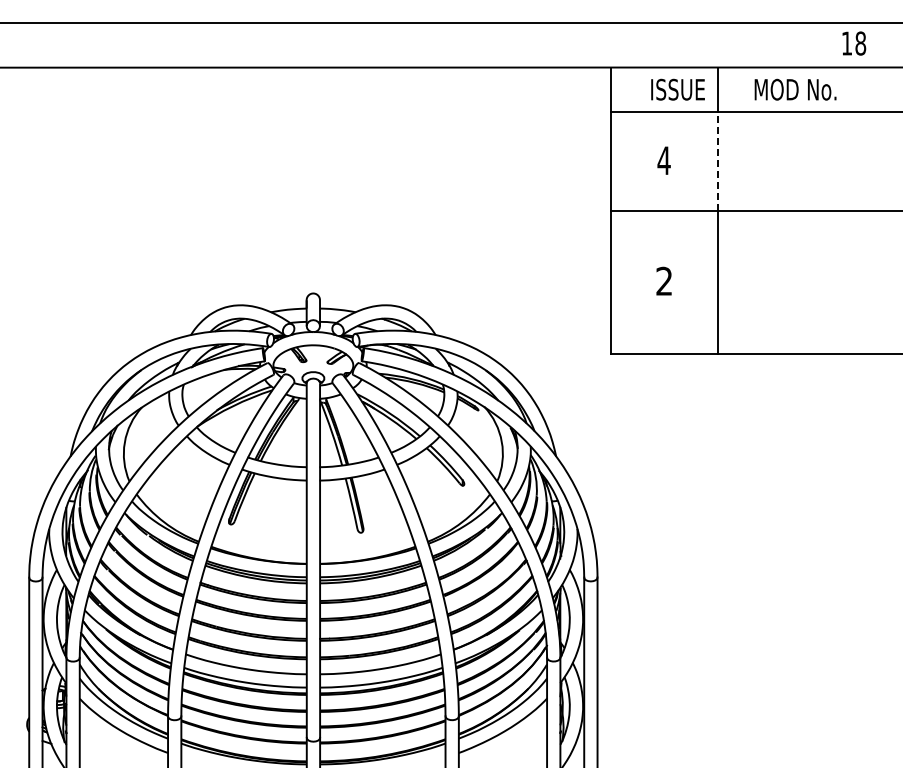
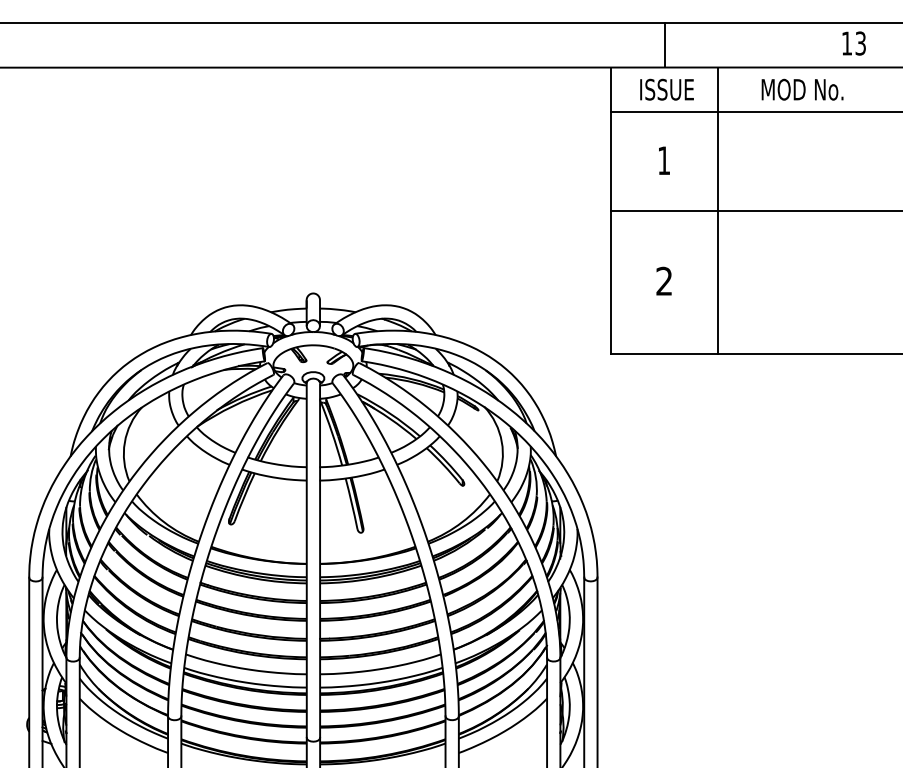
text at (860, 43): 18 -> 13
line at (664, 44): none -> present
text at (677, 89) position: (677, 89) -> (666, 89)
text at (795, 89) position: (795, 89) -> (802, 89)
text at (663, 160): 4 -> 1
line at (717, 161): dashed -> solid
